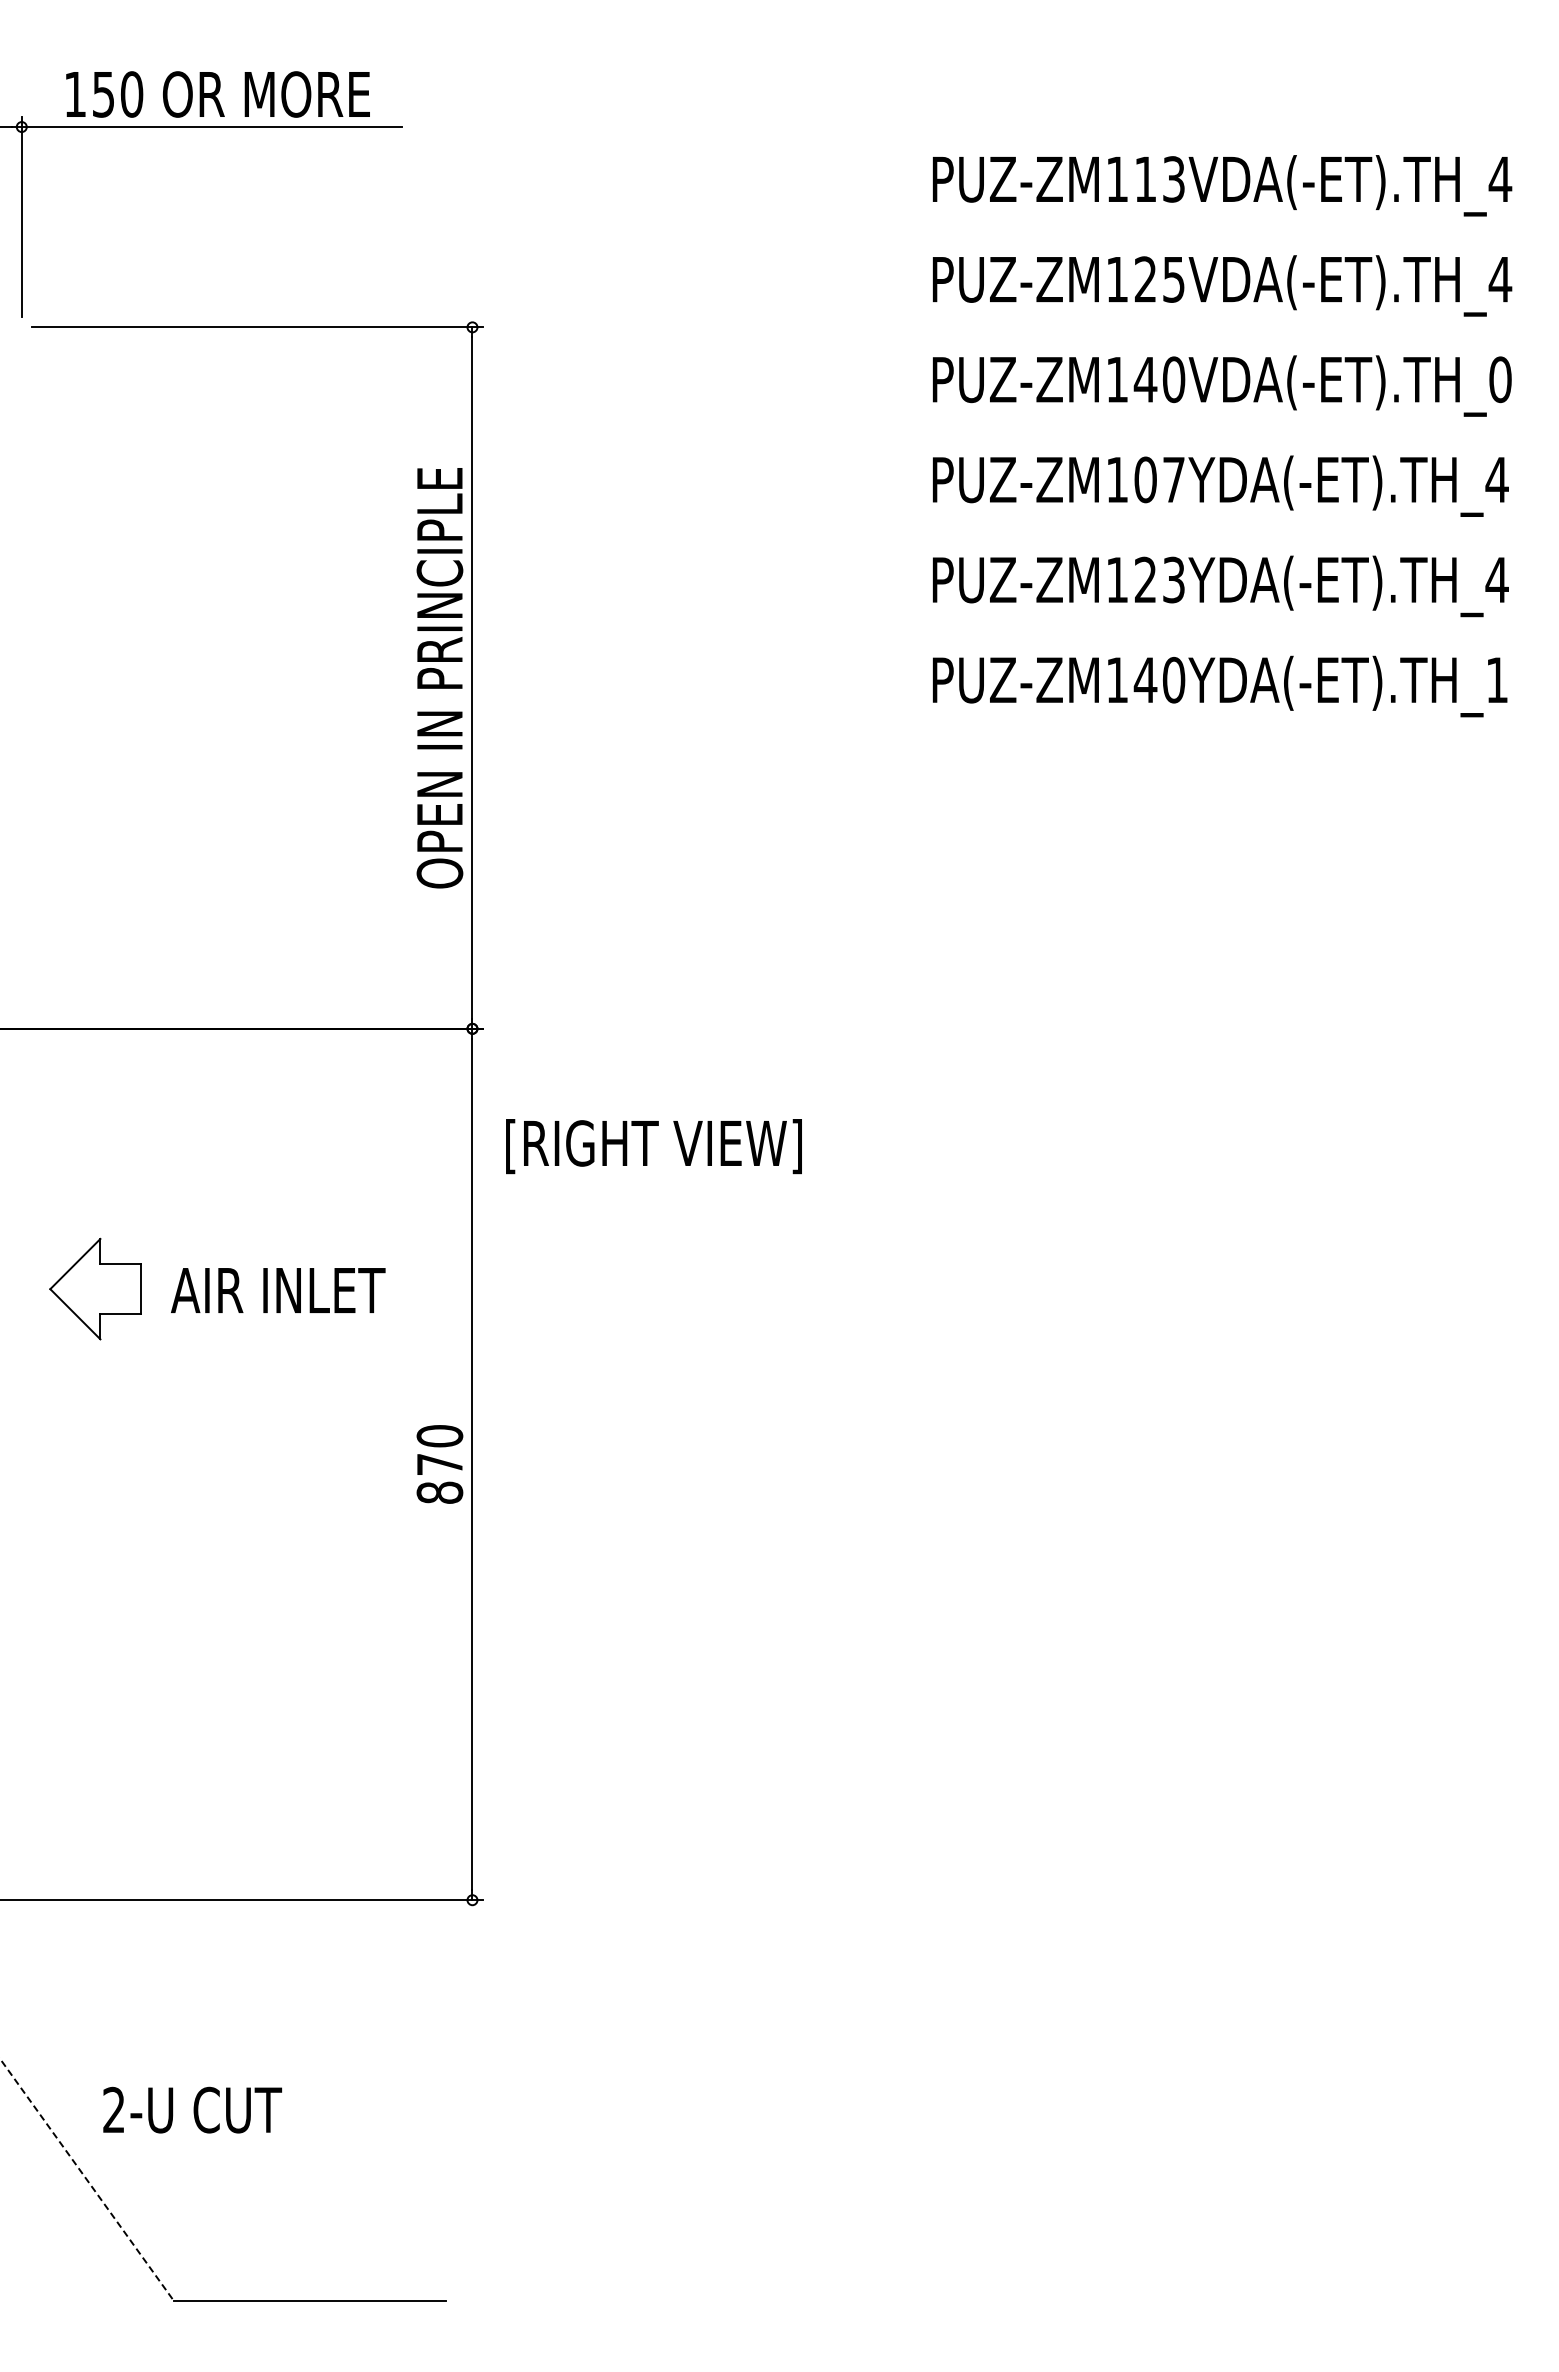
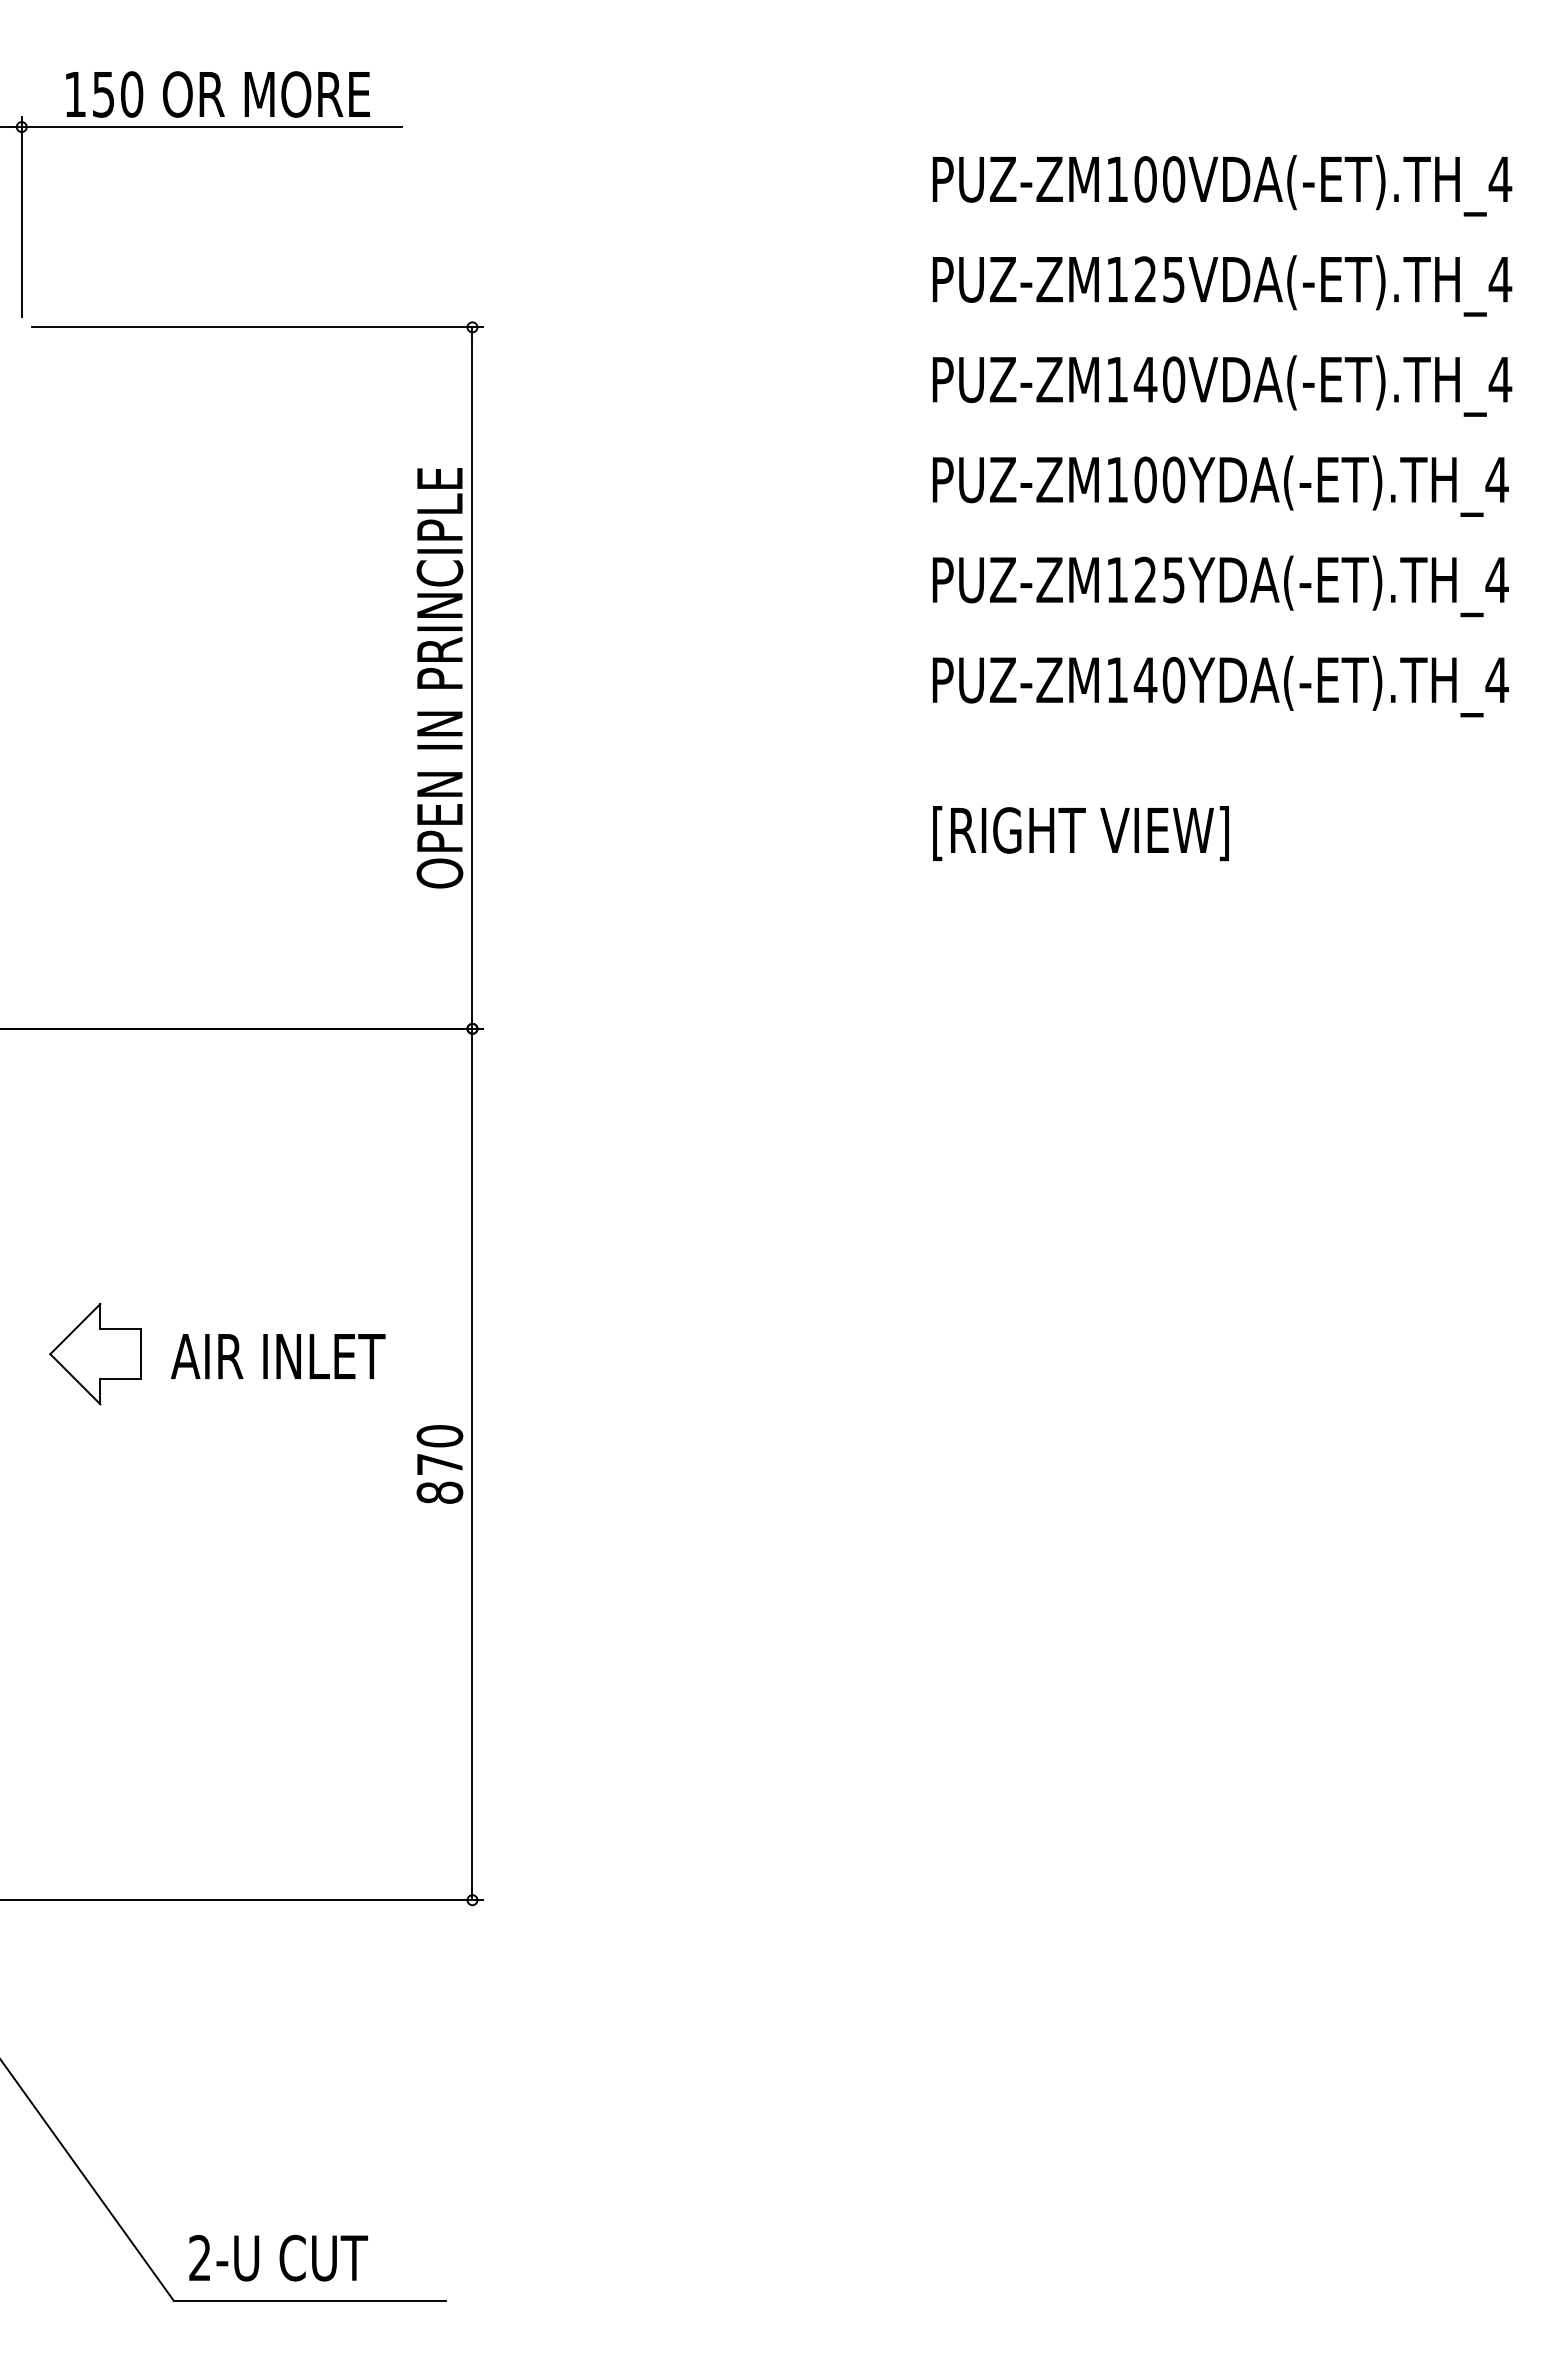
text at (1159, 179): PUZ-ZM113VDA(-ET).TH_4 -> PUZ-ZM100VDA(-ET).TH_4
text at (1500, 379): PUZ-ZM140VDA(-ET).TH_0 -> PUZ-ZM140VDA(-ET).TH_4
text at (1173, 479): PUZ-ZM107YDA(-ET).TH_4 -> PUZ-ZM100YDA(-ET).TH_4
text at (1173, 579): PUZ-ZM123YDA(-ET).TH_4 -> PUZ-ZM125YDA(-ET).TH_4
text at (1496, 679): PUZ-ZM140YDA(-ET).TH_1 -> PUZ-ZM140YDA(-ET).TH_4
text at (653, 1146) position: (653, 1146) -> (1080, 833)
part at (95, 1288) position: (95, 1288) -> (95, 1353)
text at (278, 1290) position: (278, 1290) -> (278, 1356)
text at (192, 2109) position: (192, 2109) -> (278, 2257)
line at (87, 2180): dashed -> solid
